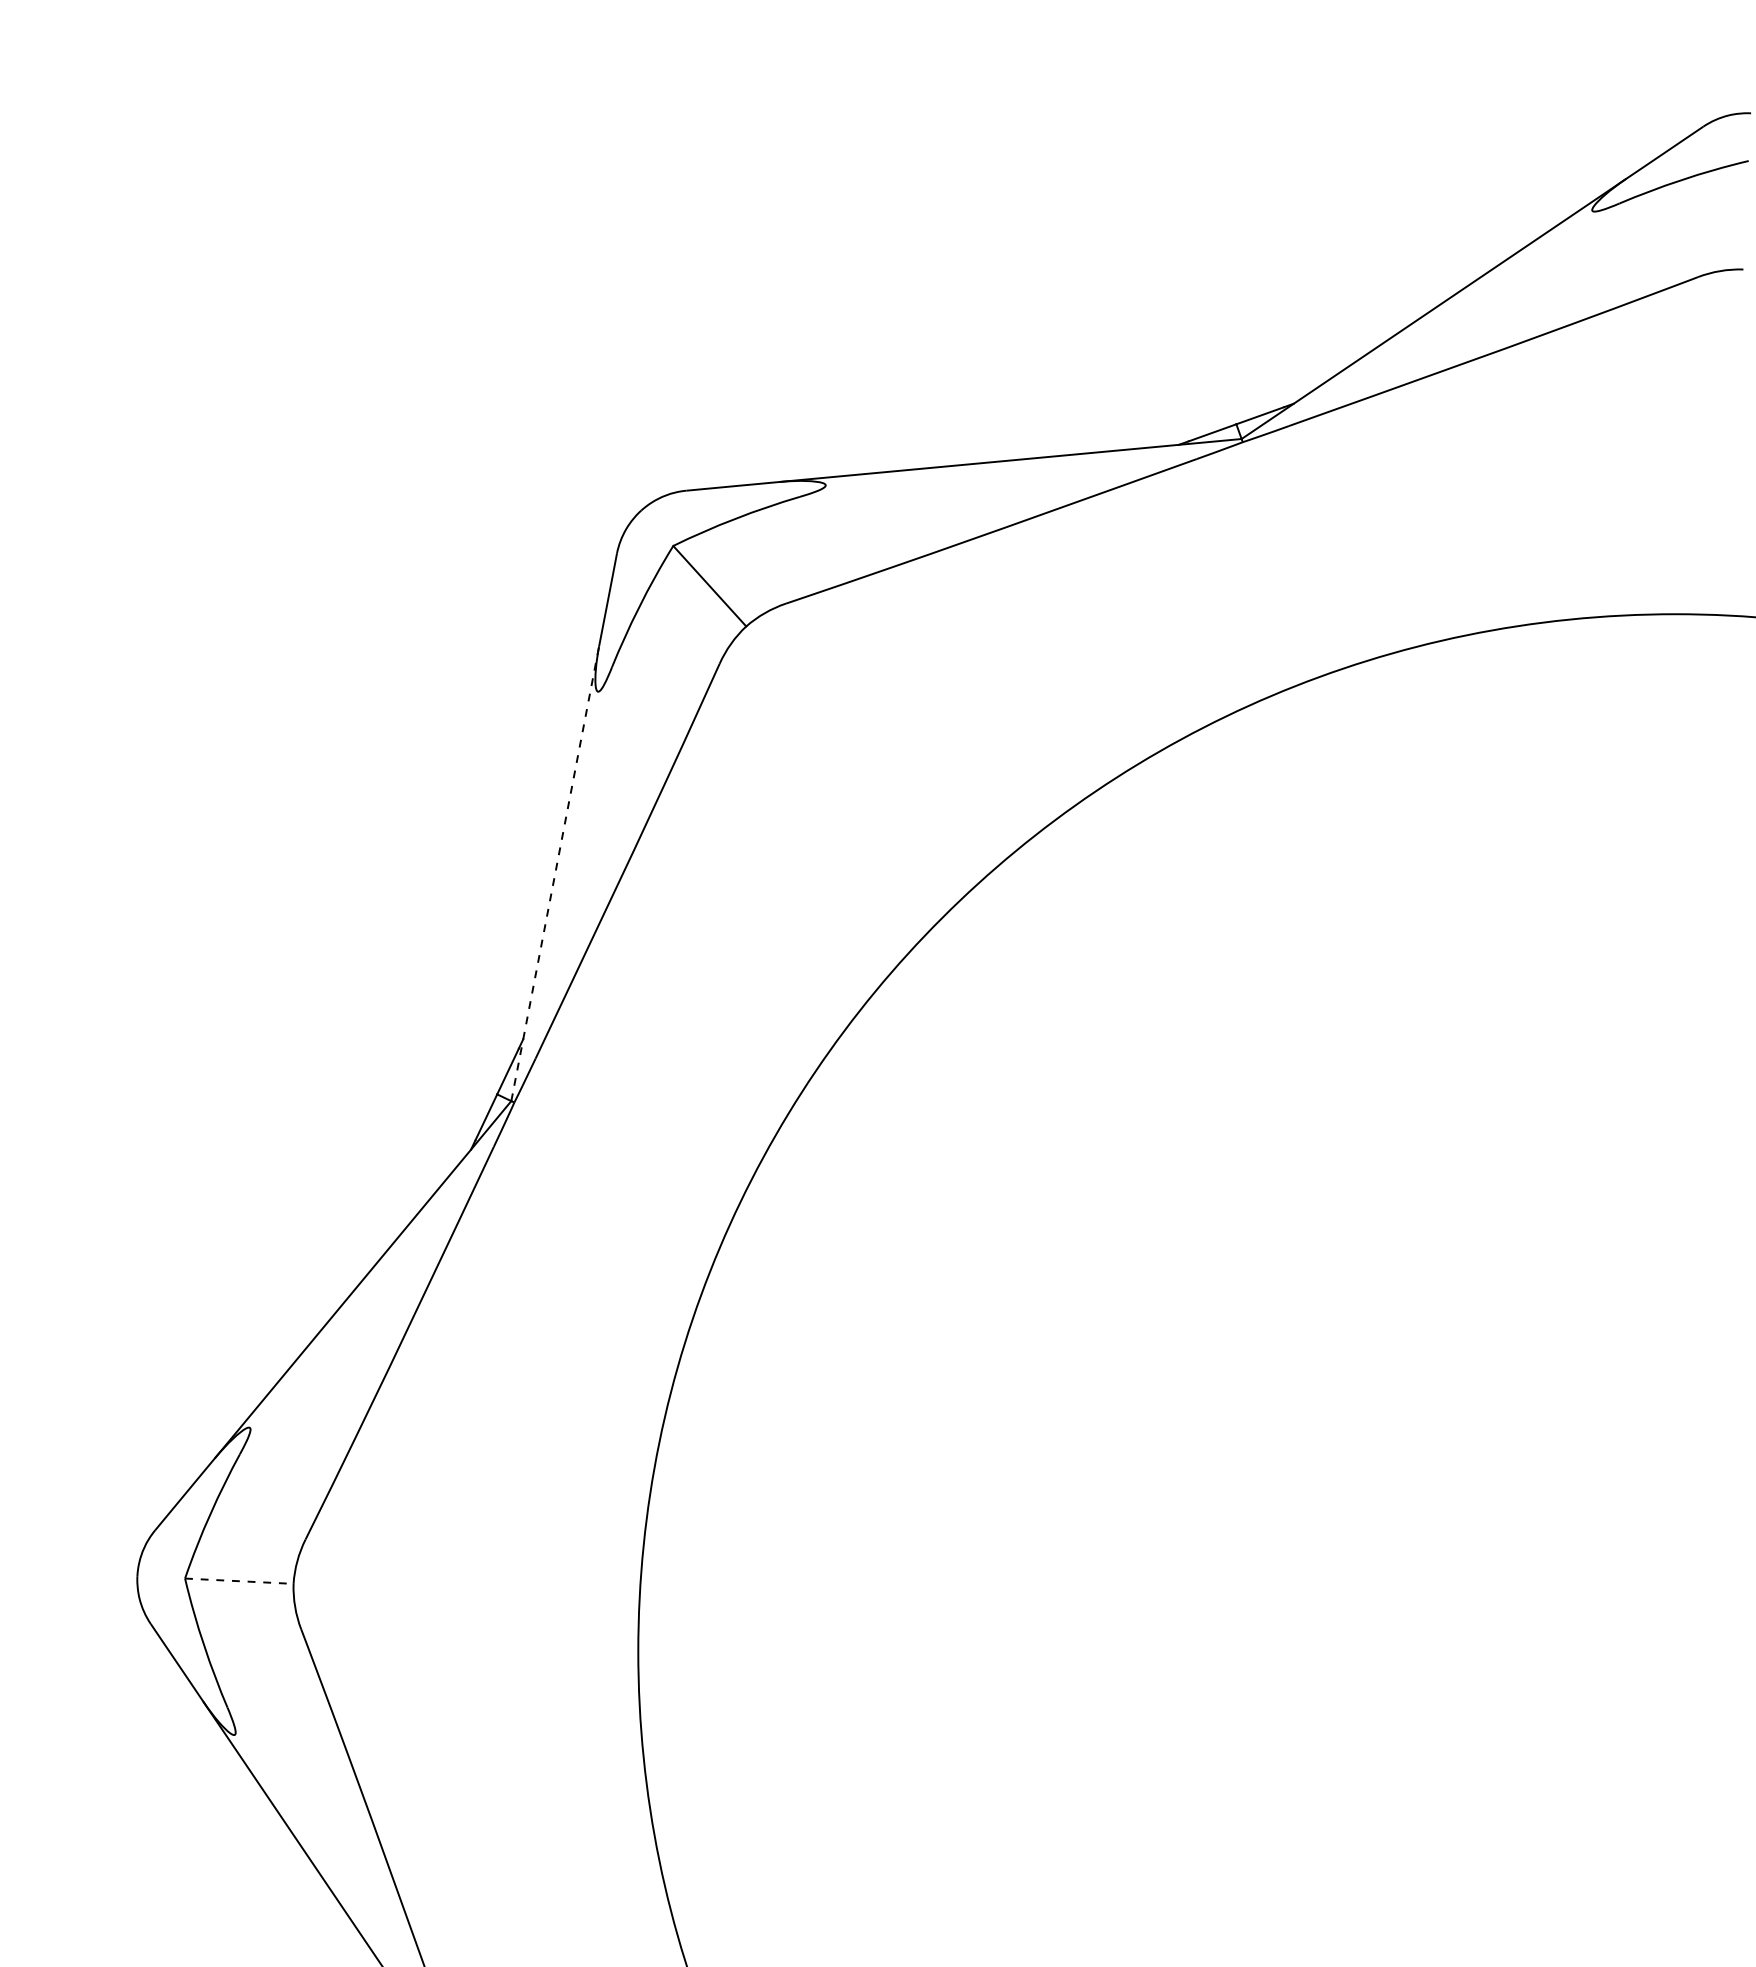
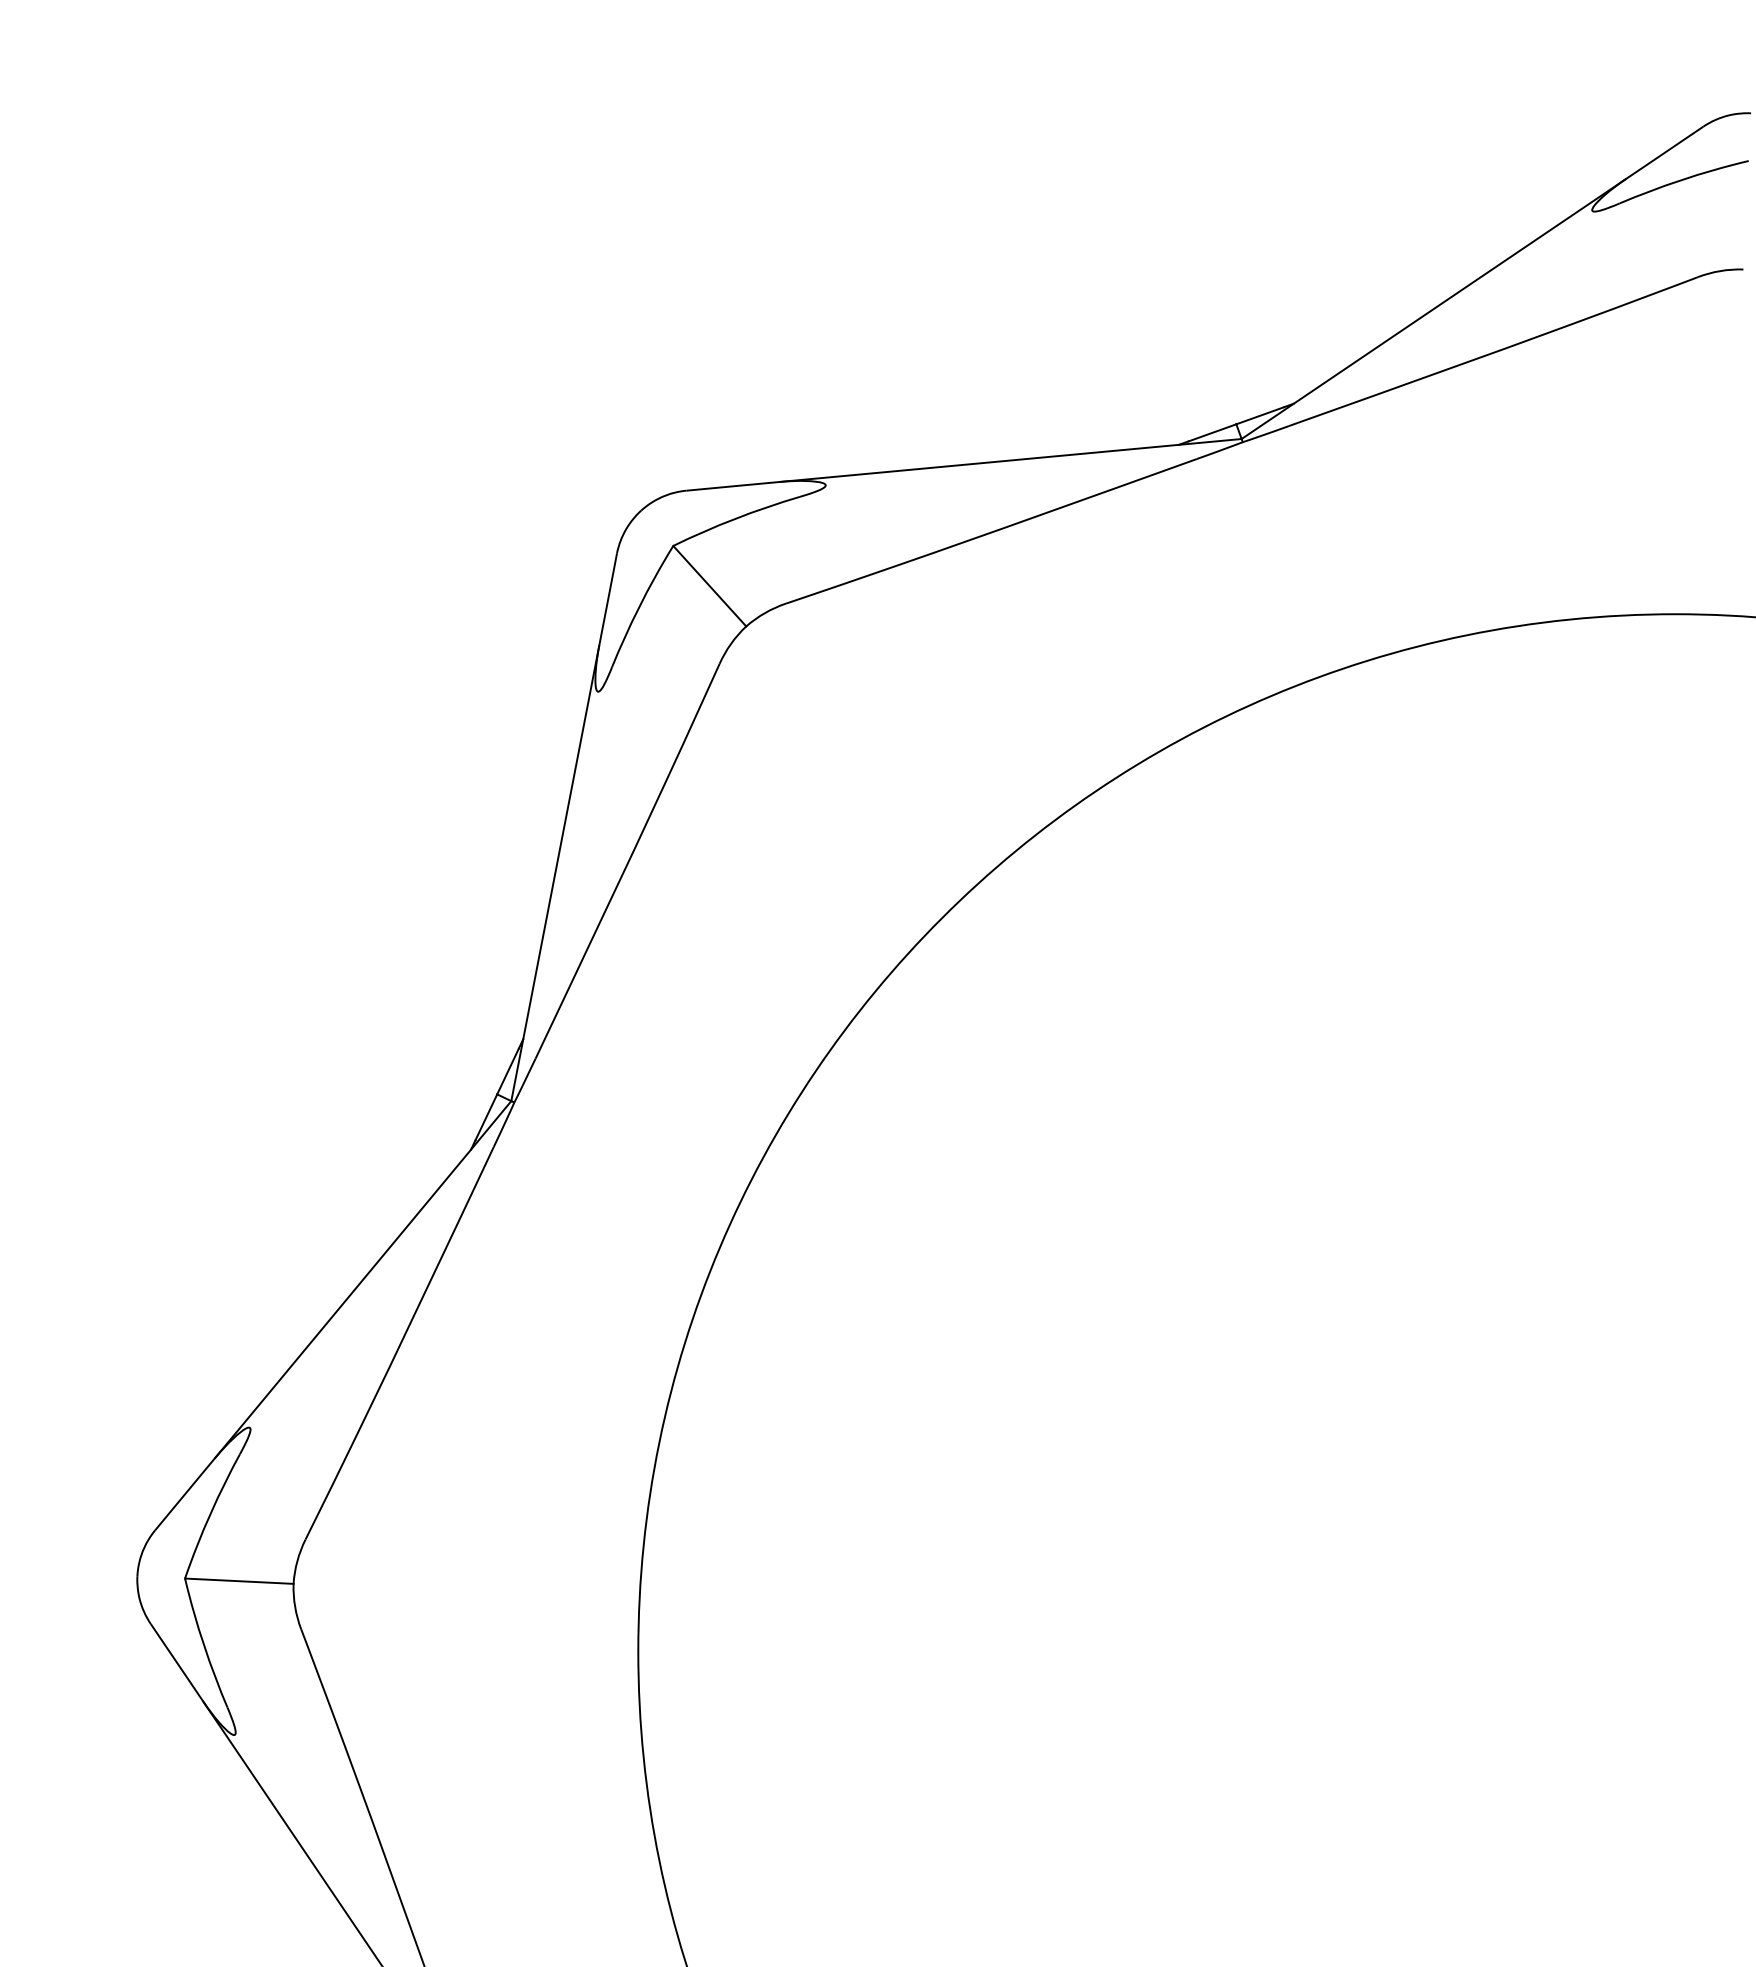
line at (555, 873): dashed -> solid
line at (239, 1581): dashed -> solid
